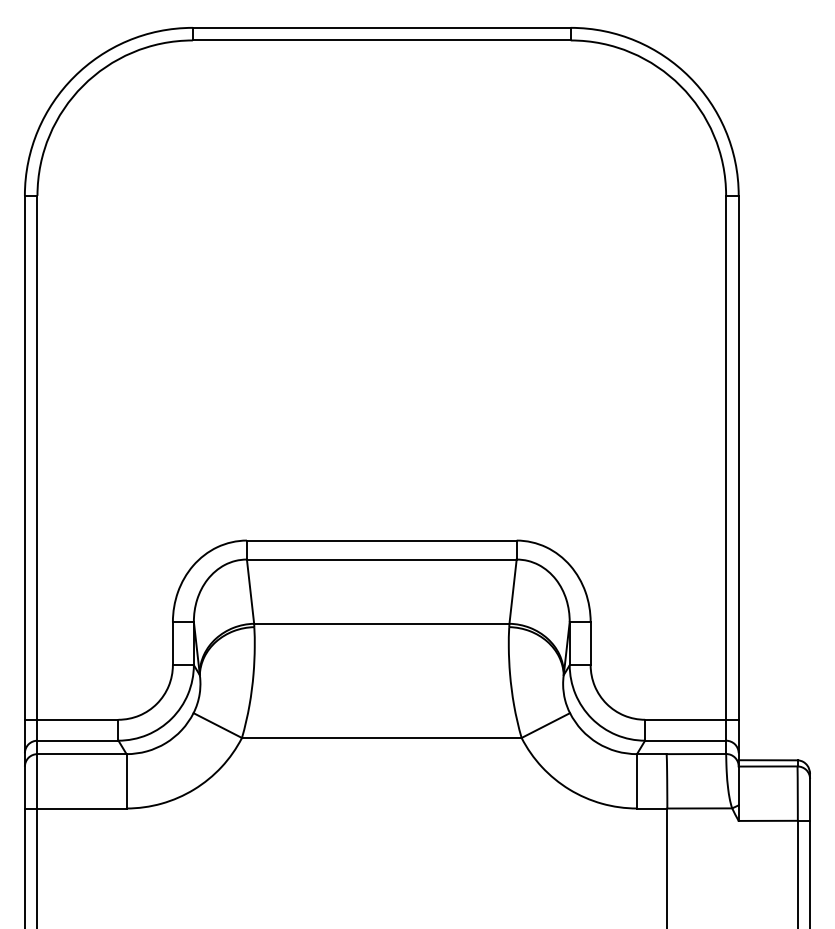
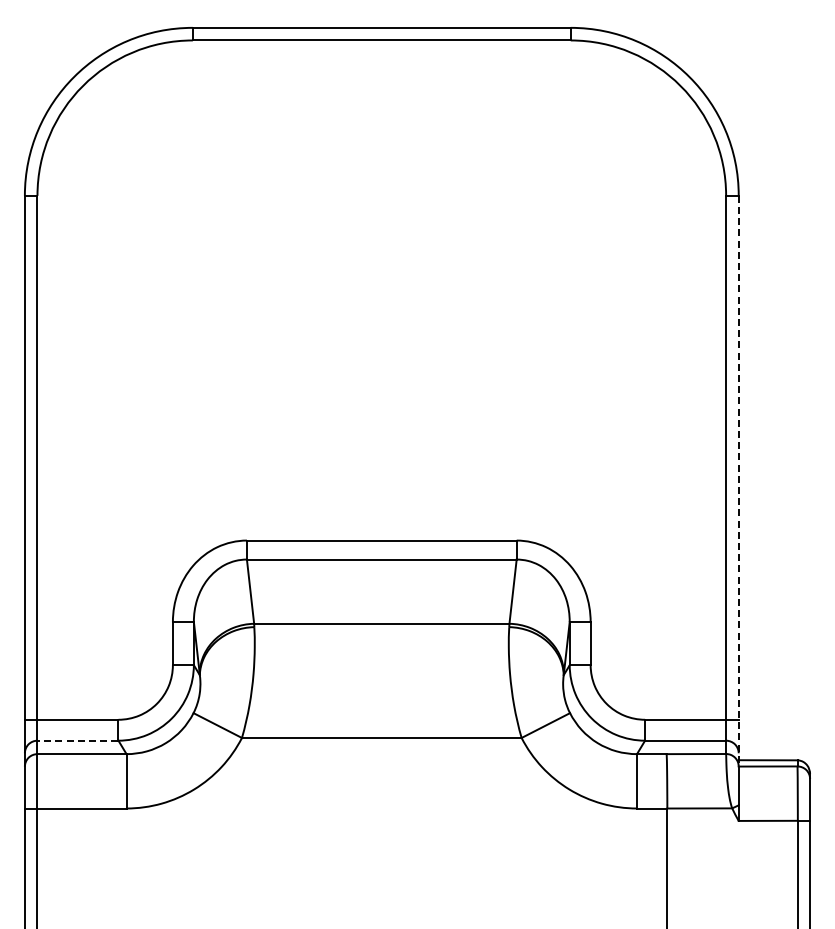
line at (738, 481): solid -> dashed
line at (77, 740): solid -> dashed
